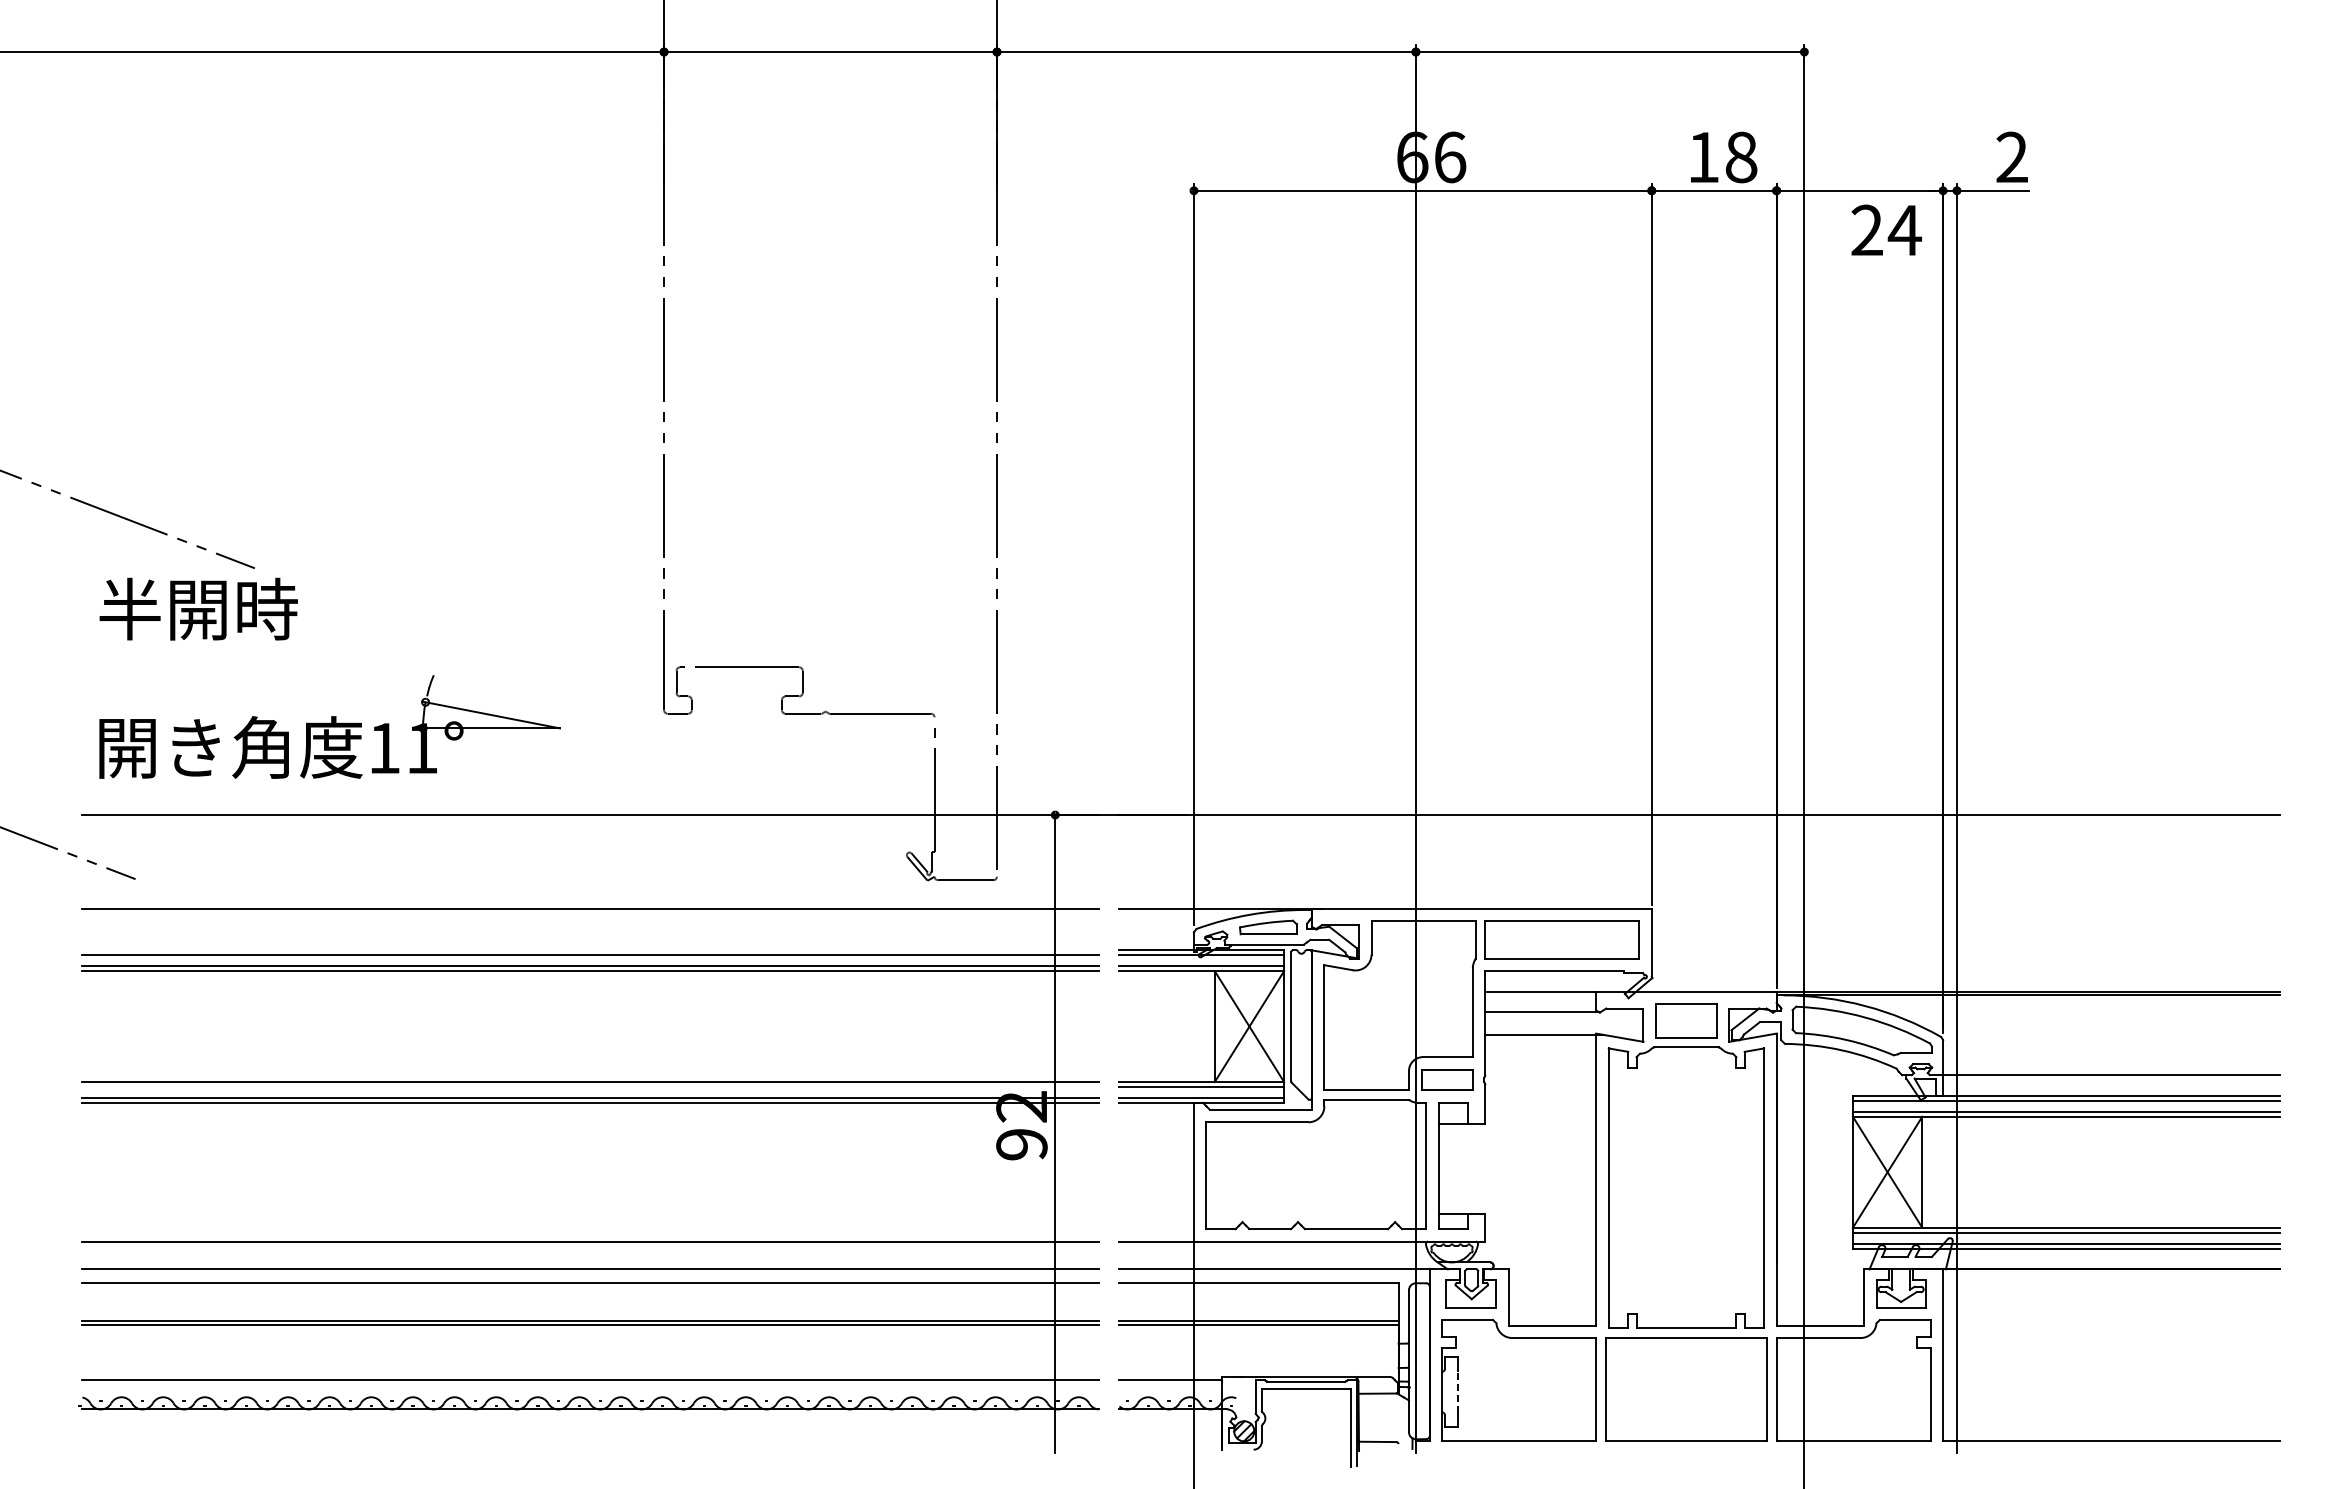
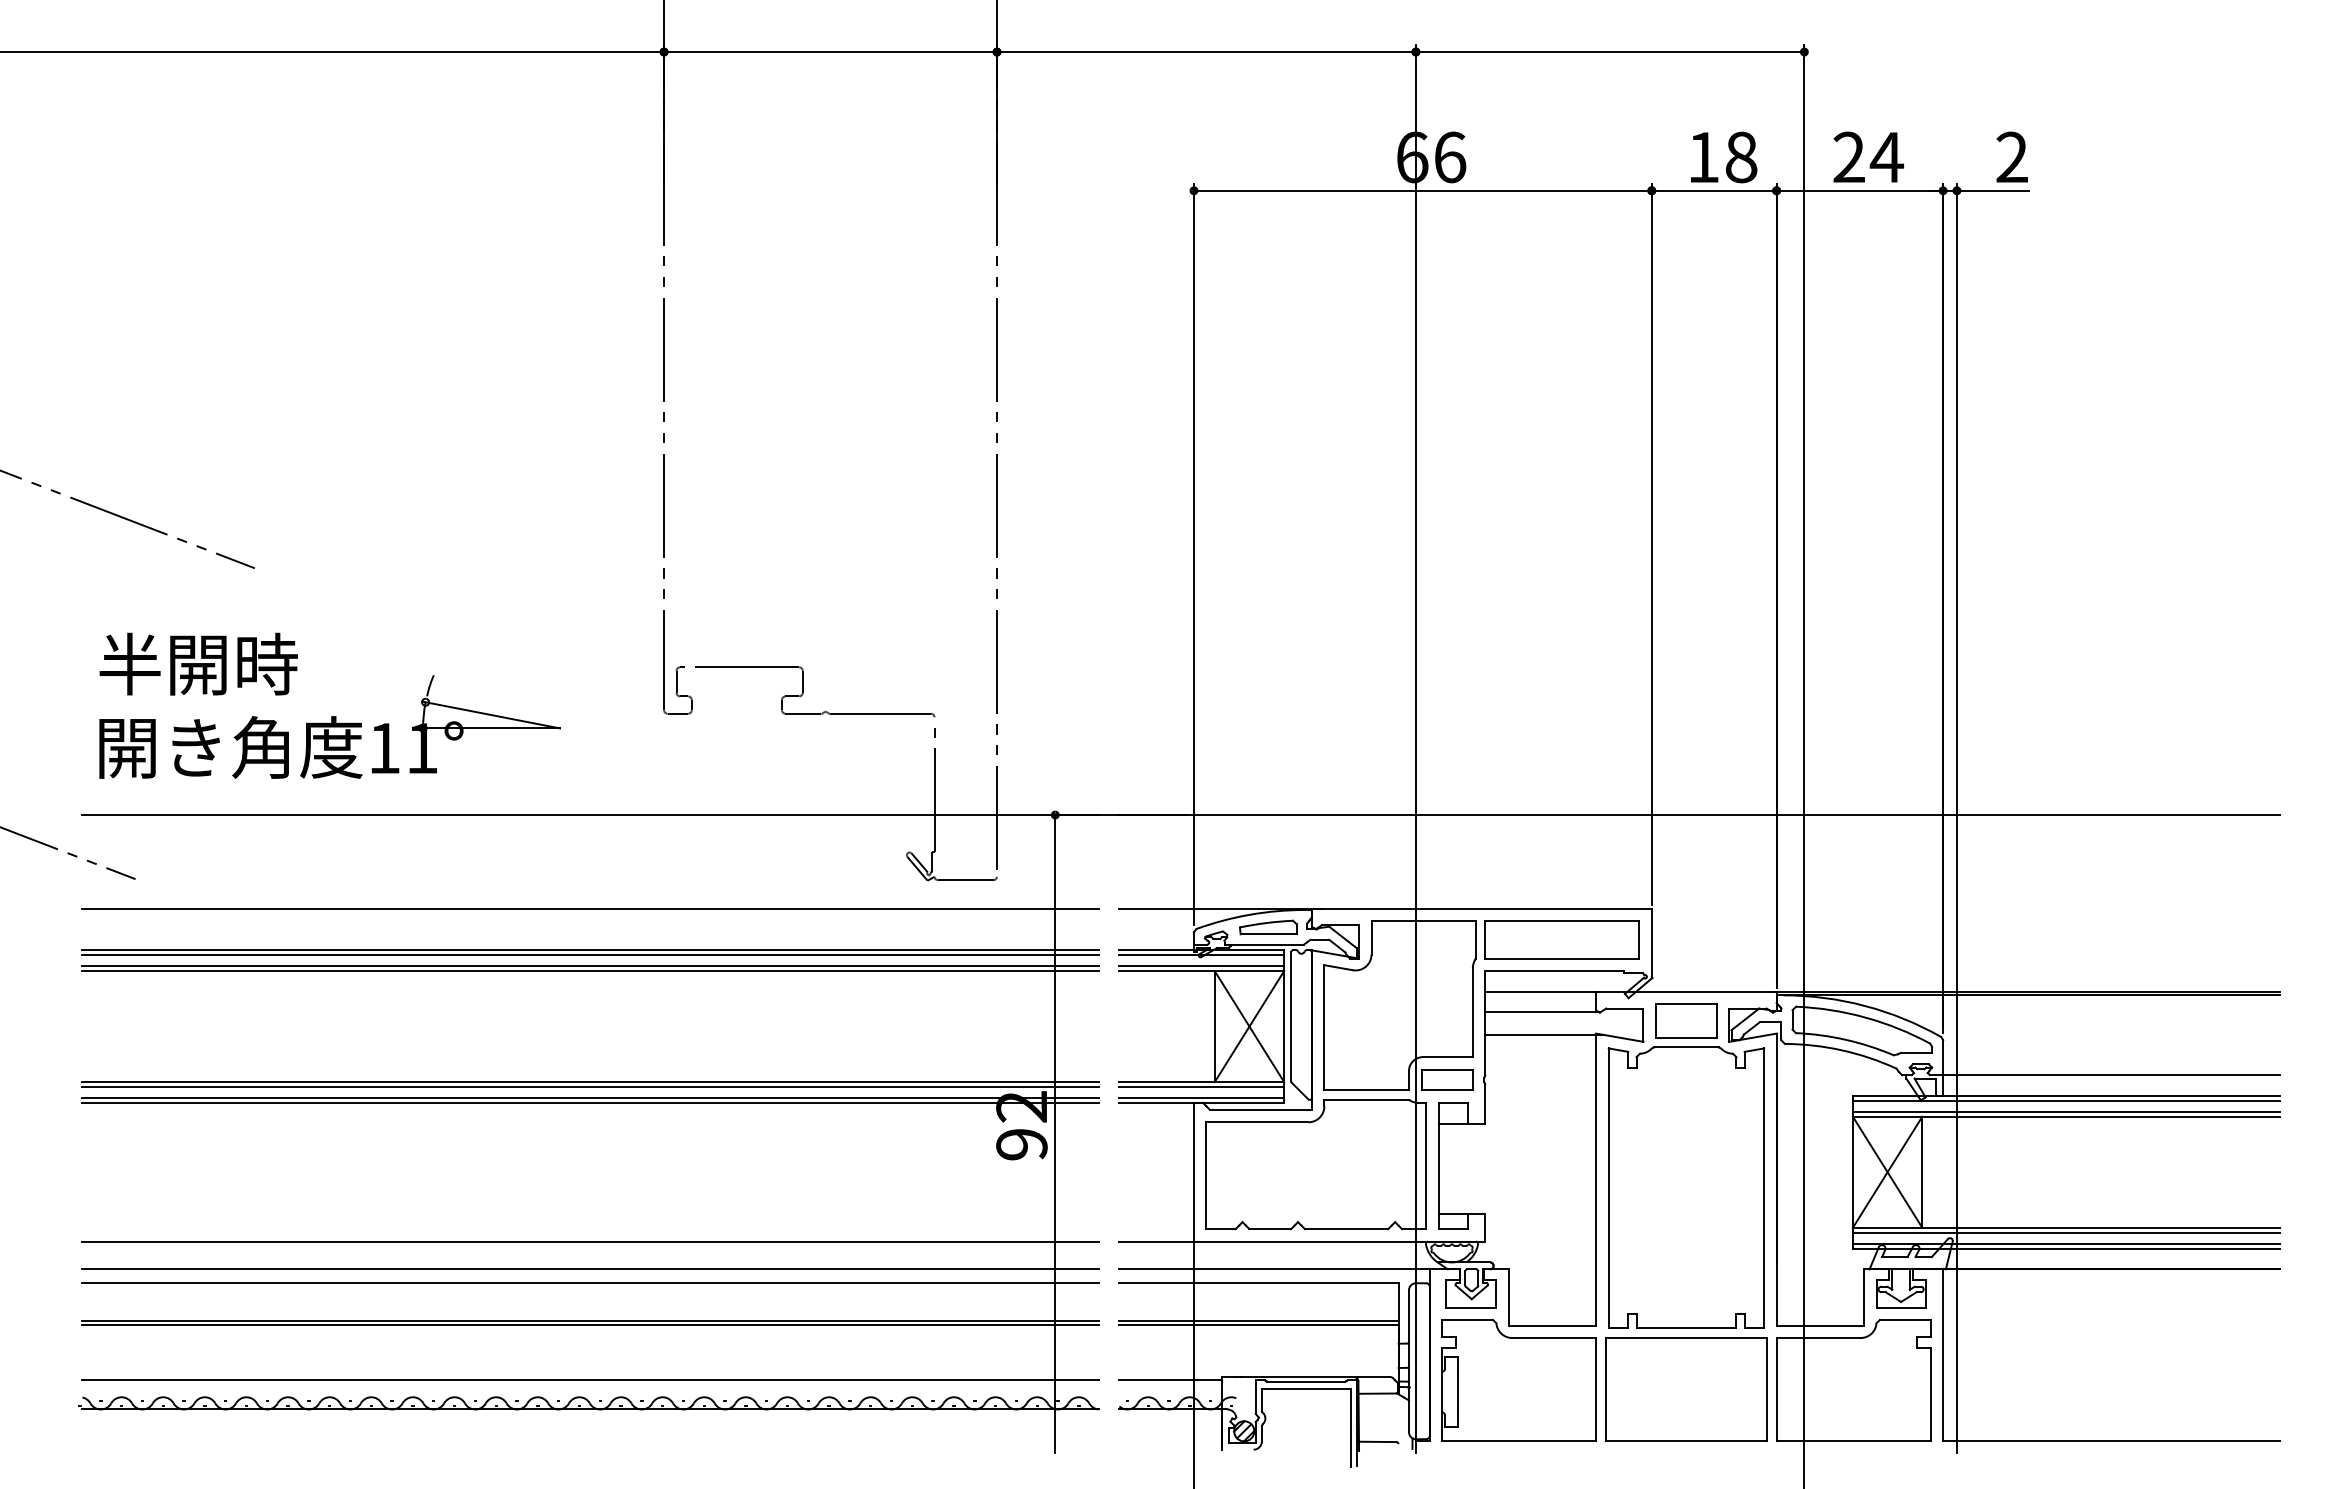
text at (1886, 229) position: (1886, 229) -> (1868, 156)
text at (198, 608) position: (198, 608) -> (198, 663)
line at (590, 950): none -> present
line at (590, 1086): none -> present
line at (1457, 1392): dashed -> solid
